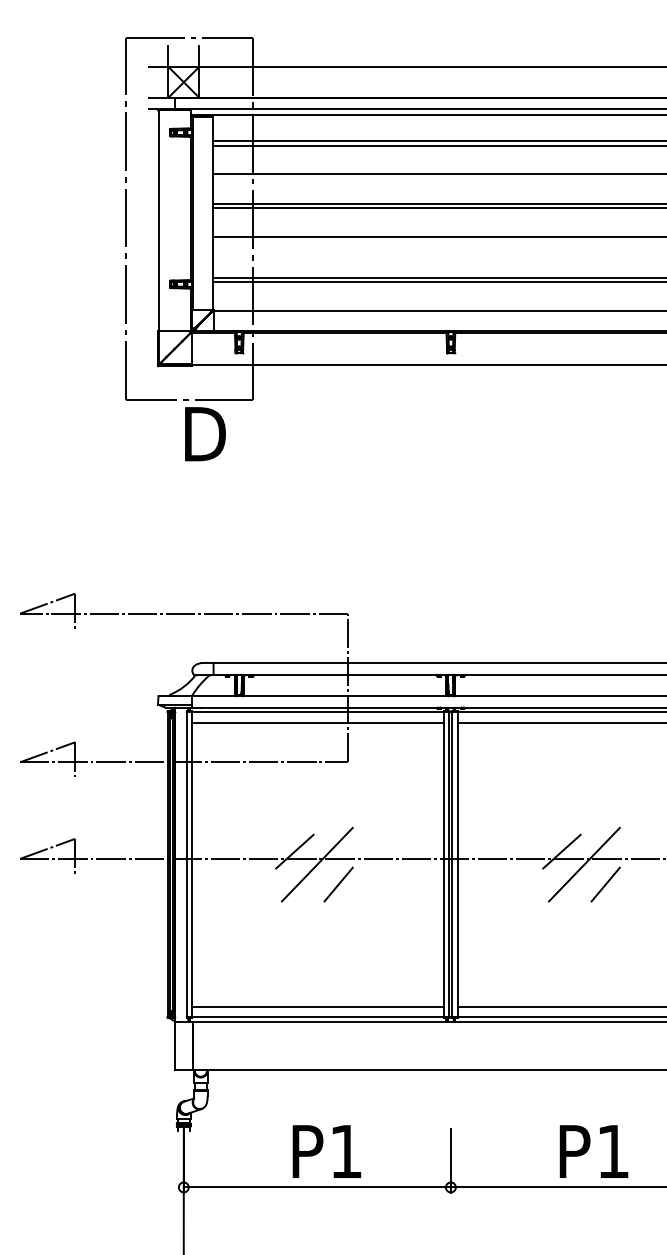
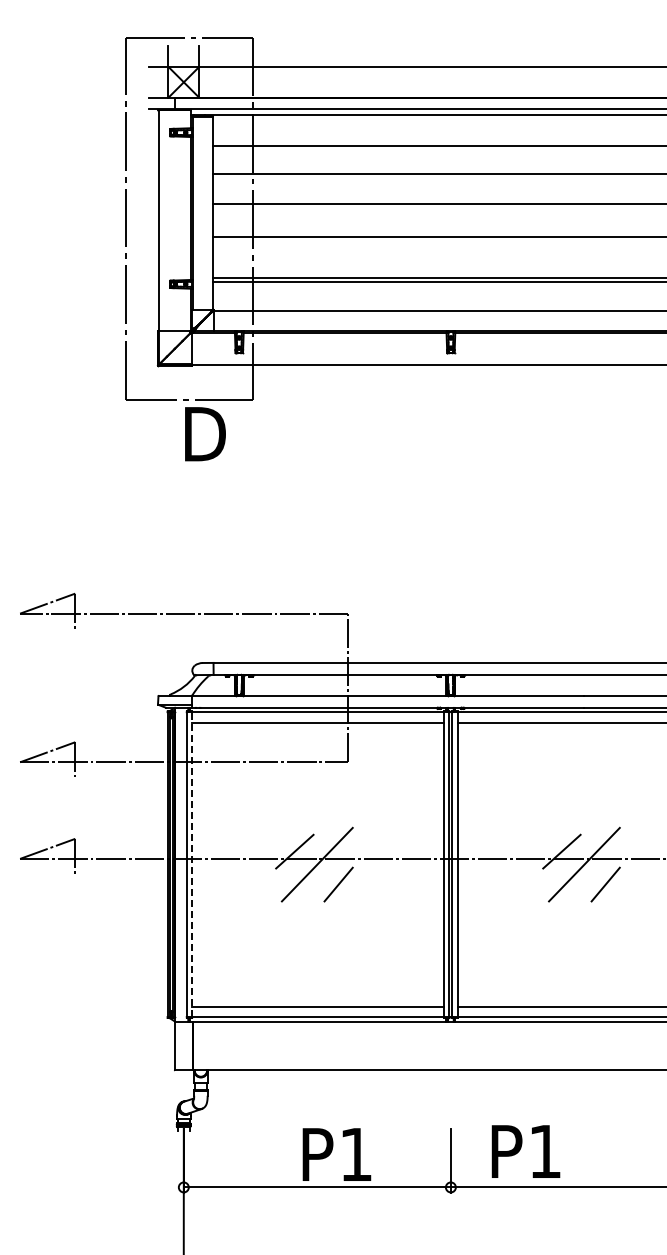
line at (438, 141): present -> none
line at (438, 208): present -> none
line at (192, 864): solid -> dashed
text at (326, 1151) position: (326, 1151) -> (336, 1154)
text at (593, 1151) position: (593, 1151) -> (525, 1151)
